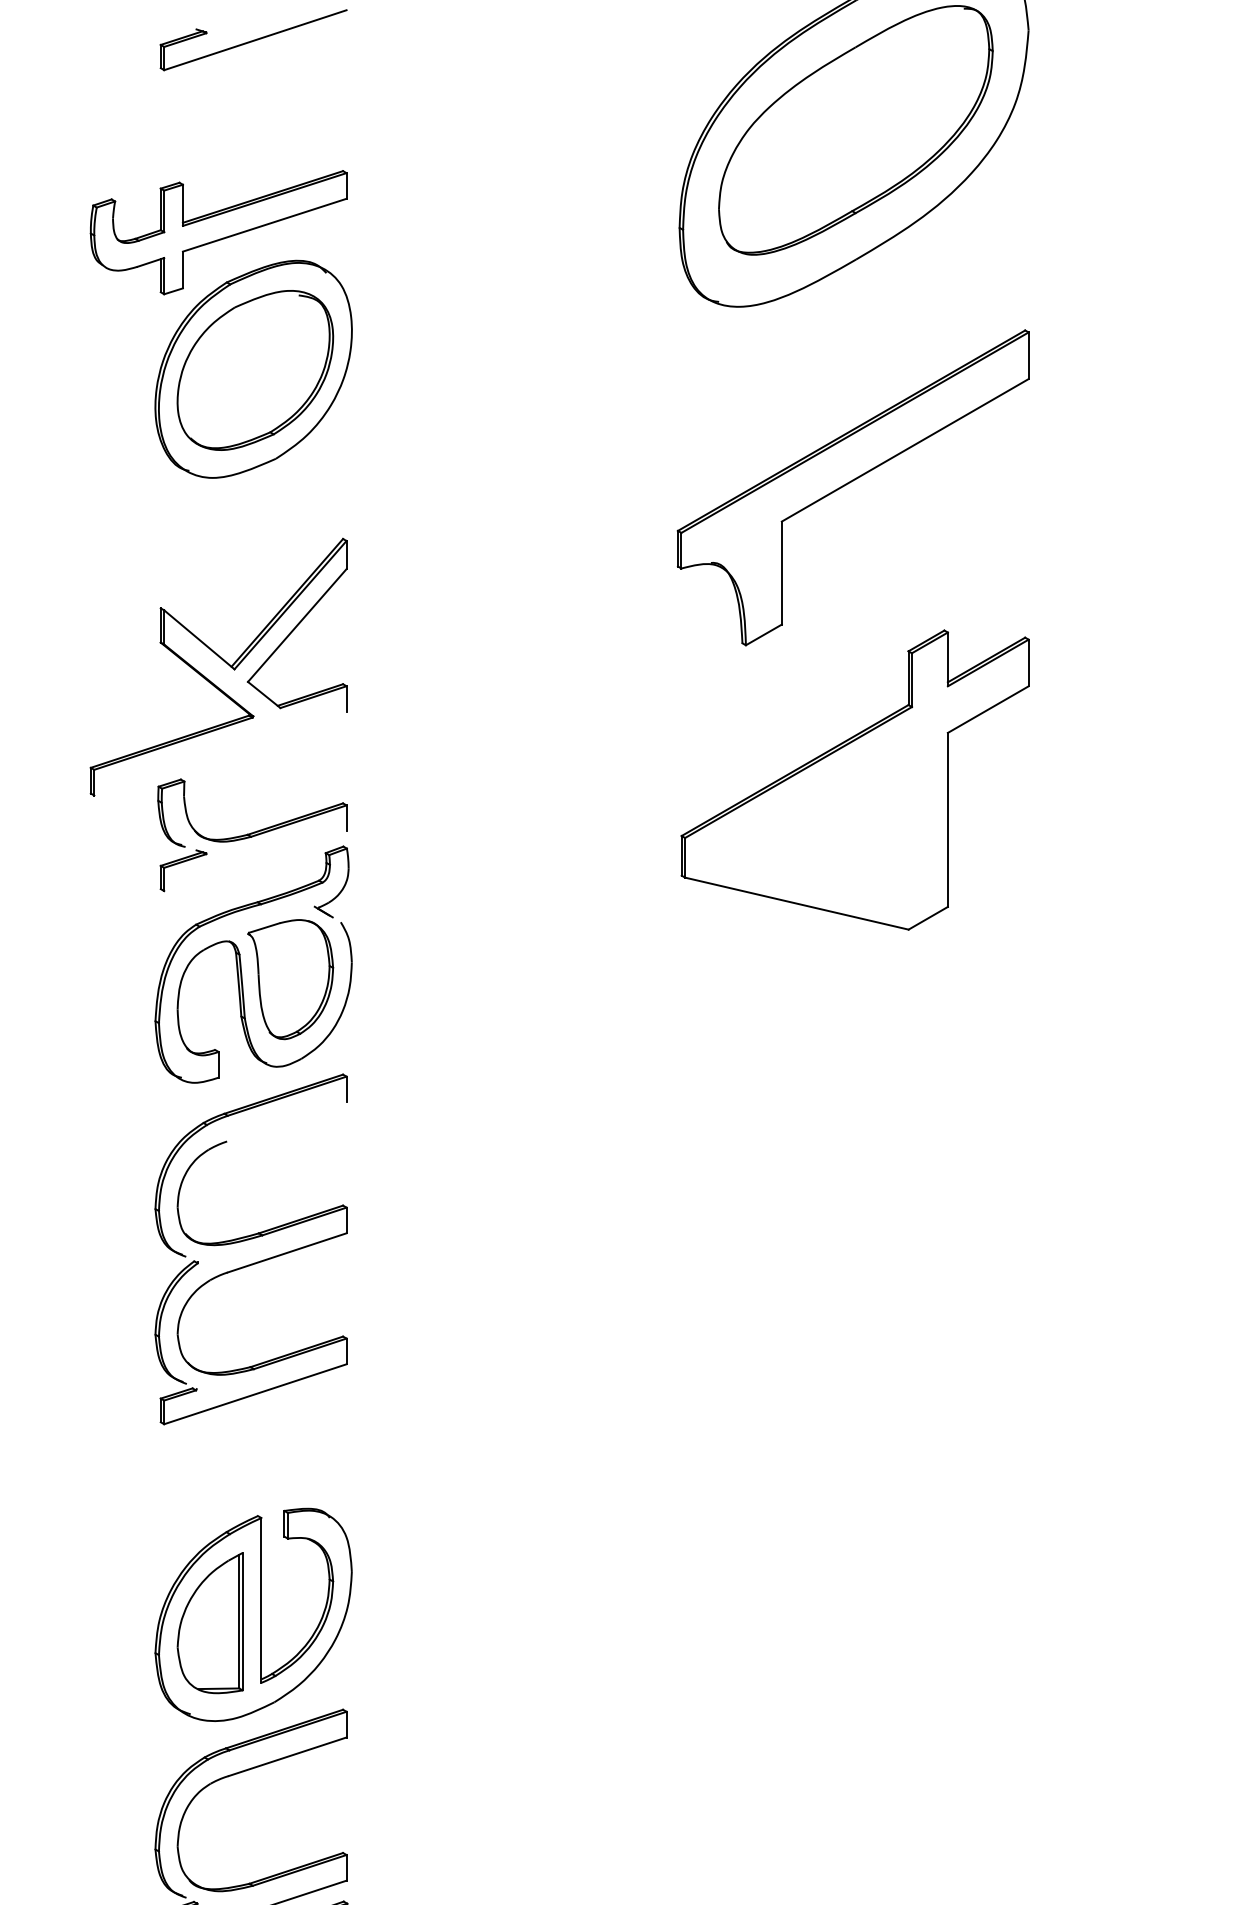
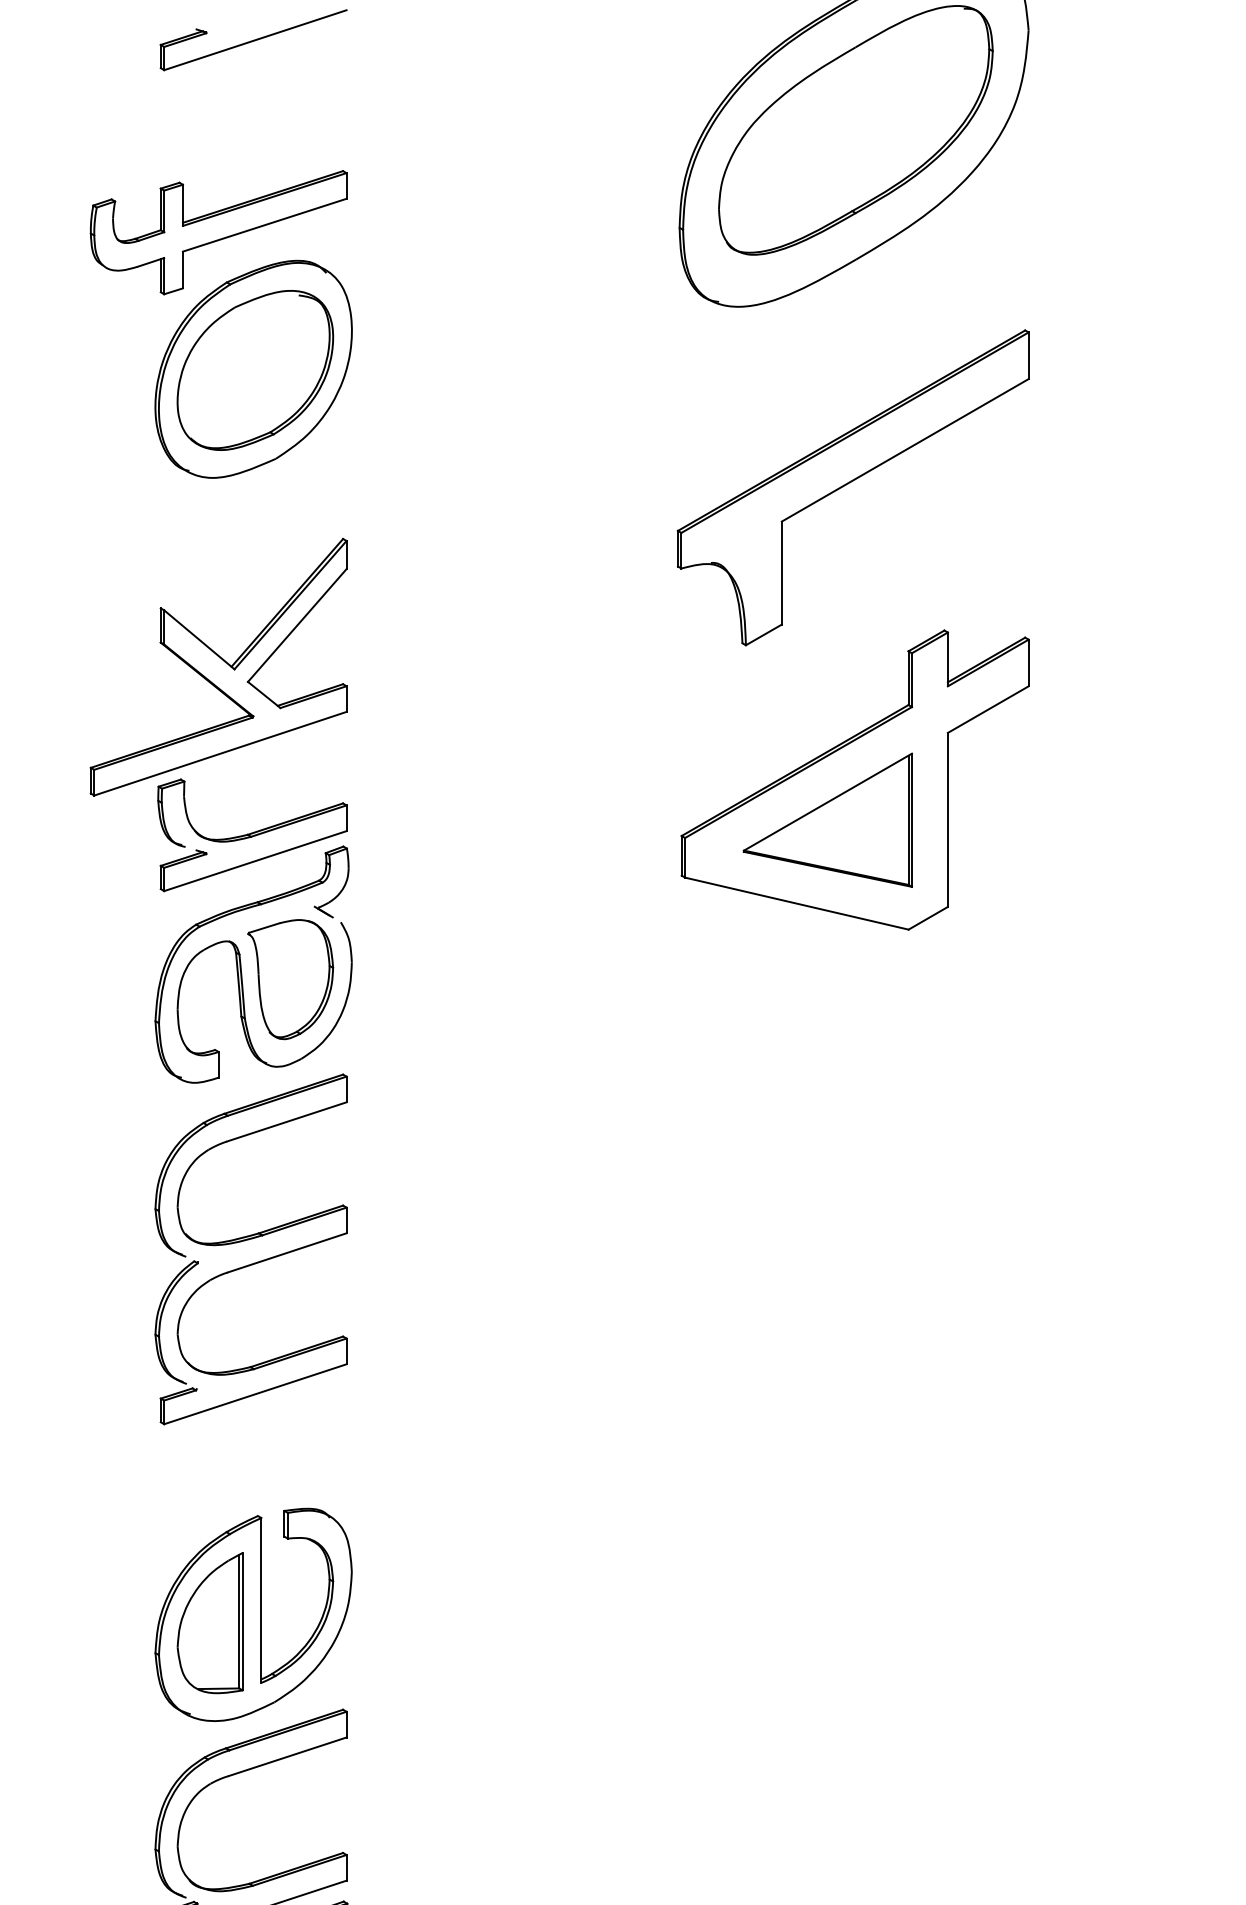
line at (220, 753): none -> present
part at (827, 819): none -> present
line at (255, 861): none -> present
line at (286, 1121): none -> present
